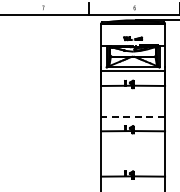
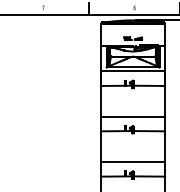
line at (133, 116): dashed -> solid
line at (133, 162): none -> present
